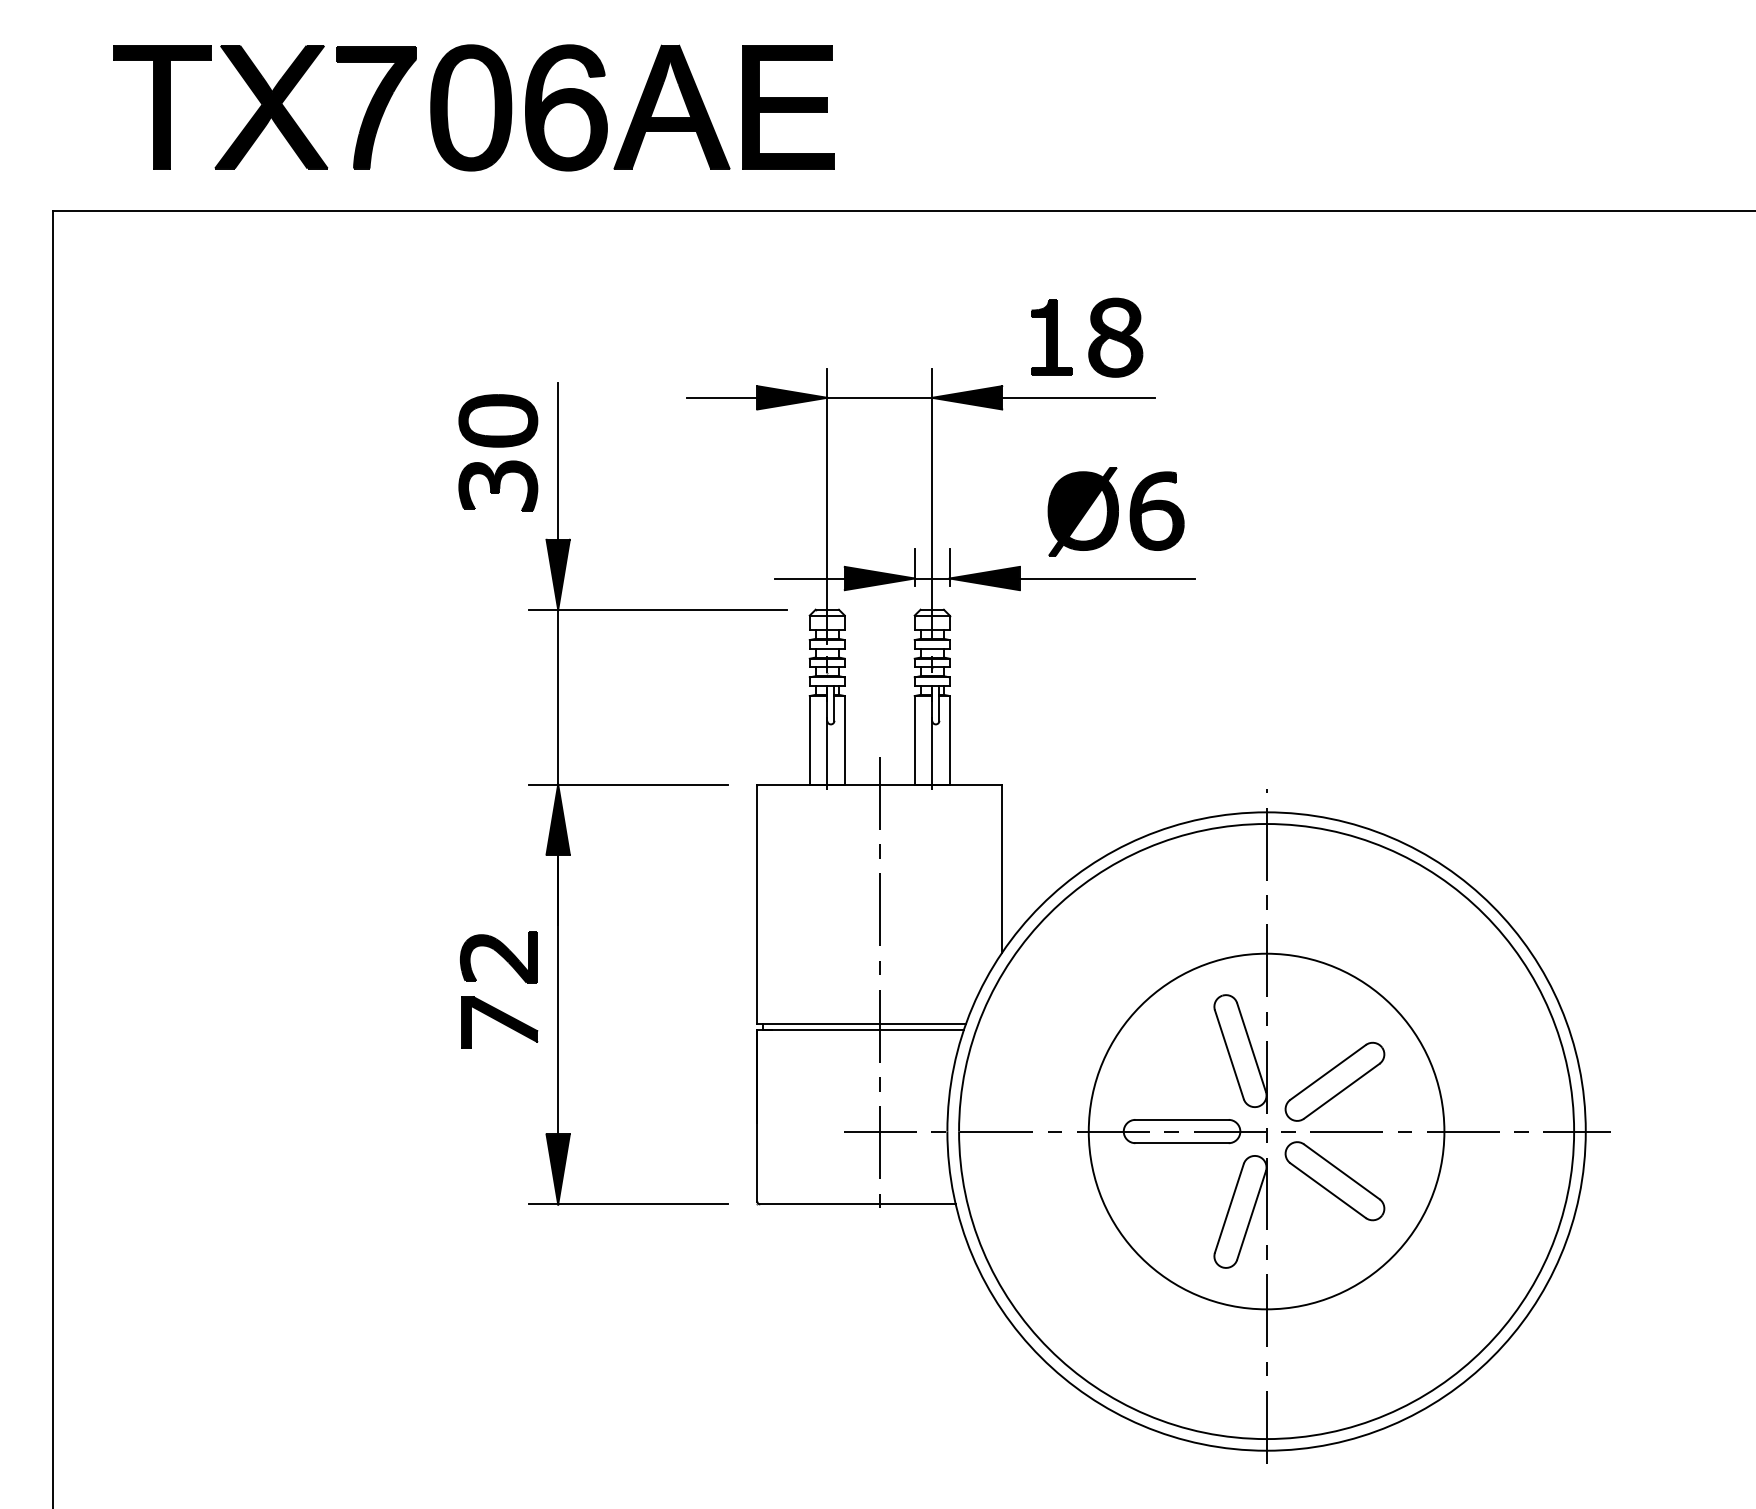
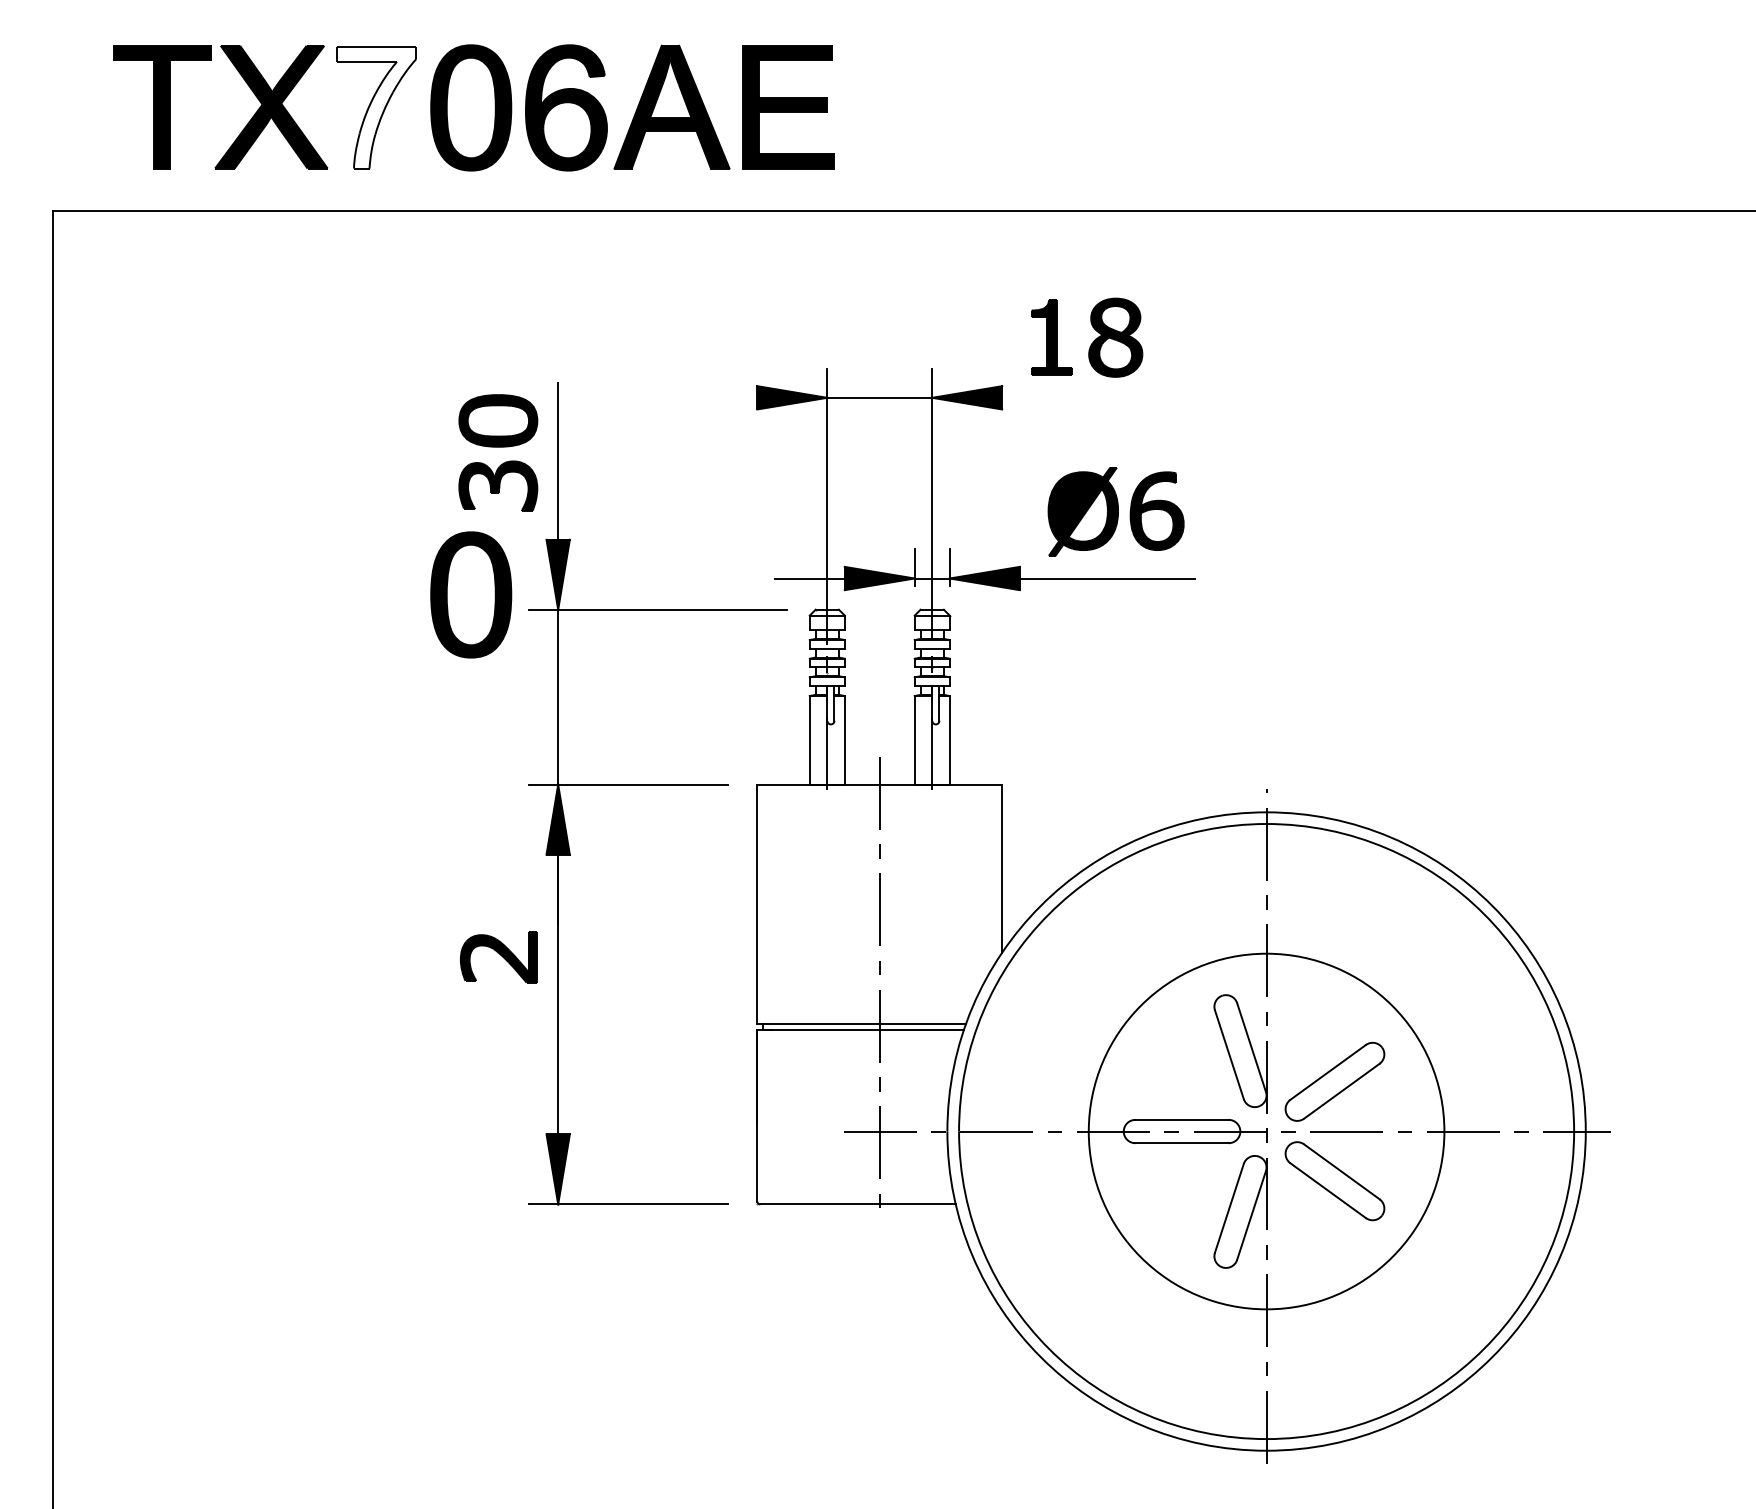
fill at (376, 107): present -> none
line at (722, 397): present -> none
line at (1078, 397): present -> none
part at (471, 594): none -> present
part at (499, 1022): present -> none
